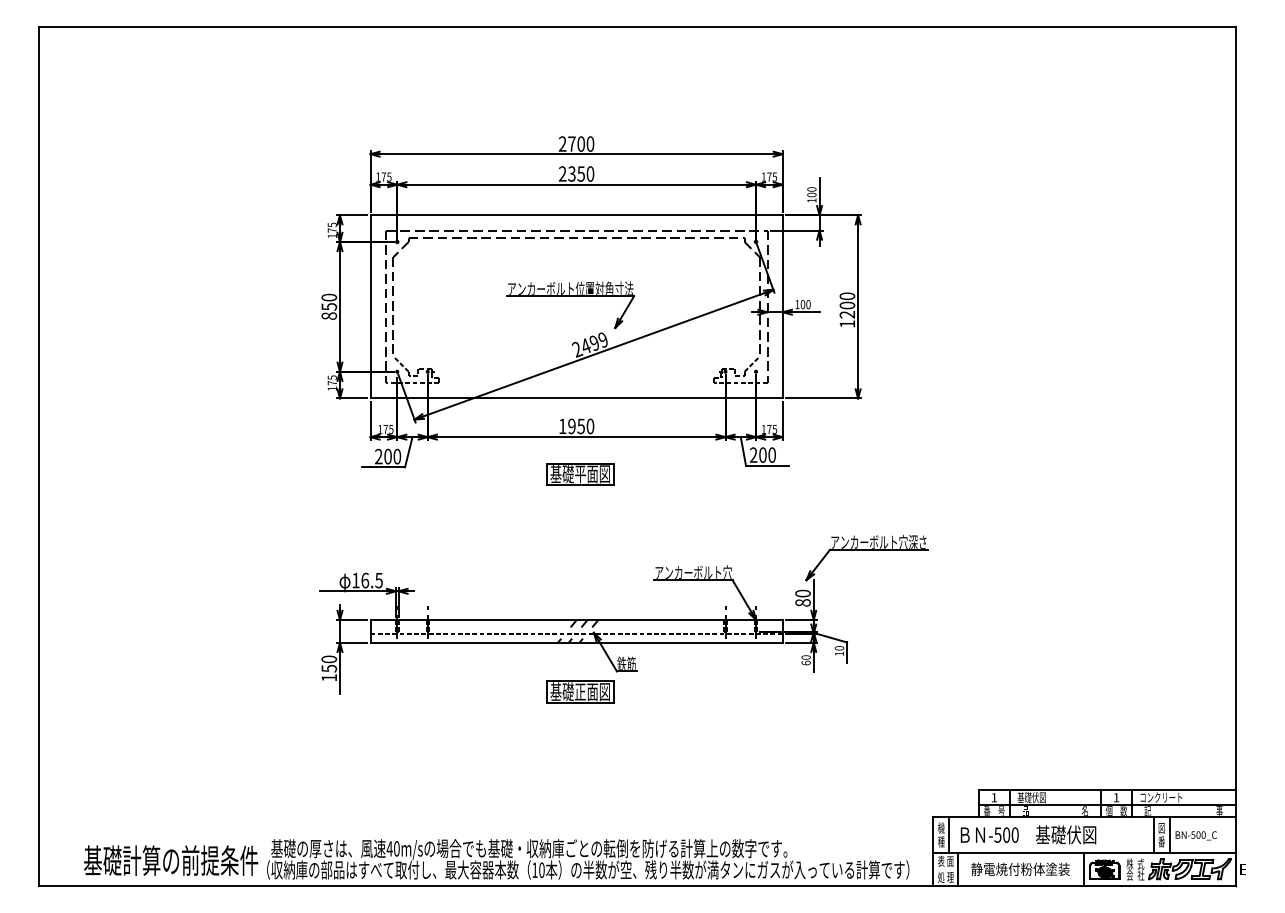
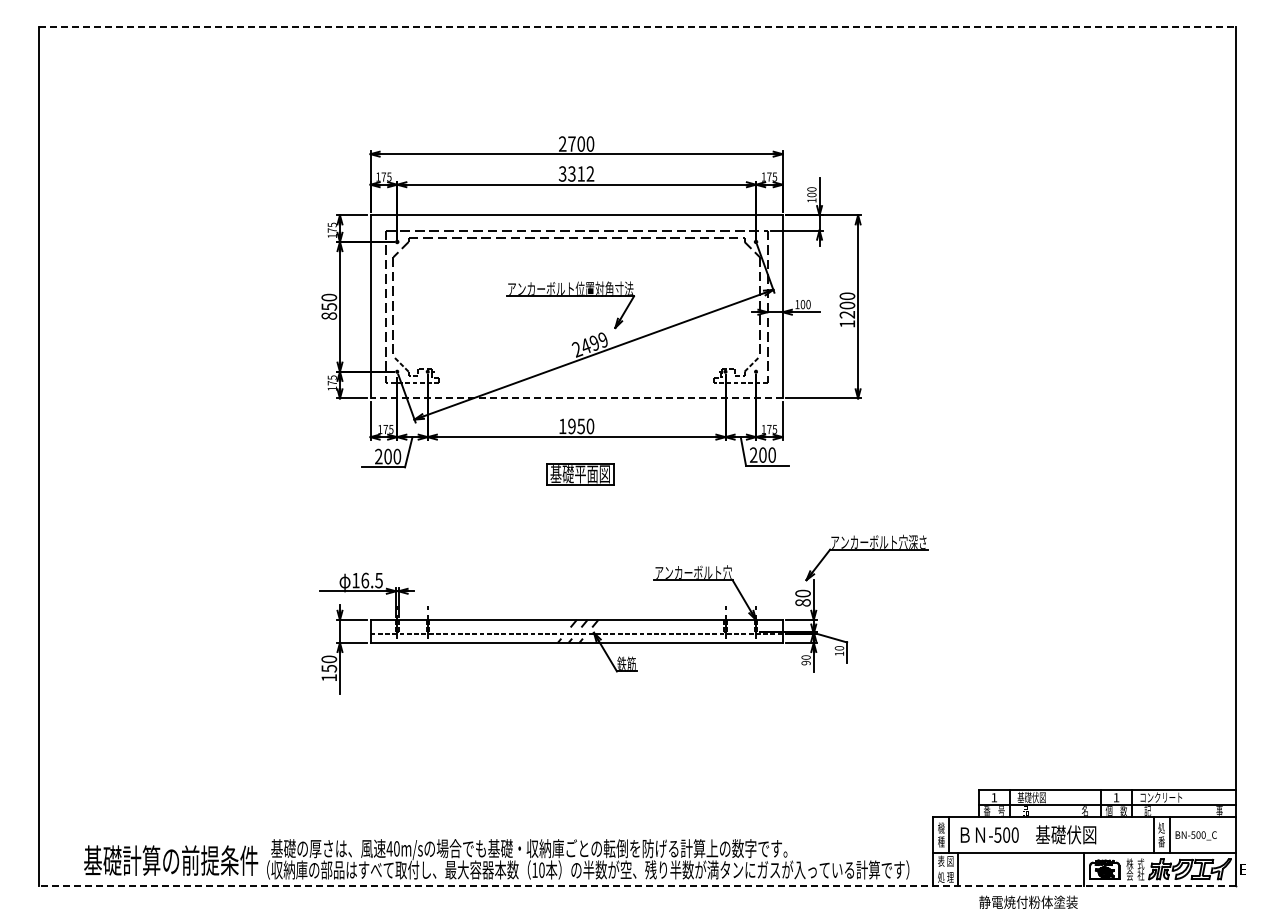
line at (637, 27): solid -> dashed
text at (576, 173): 2350 -> 3312
line at (576, 398): solid -> dashed
text at (805, 662): 60 -> 90
part at (580, 691): present -> none
text at (1161, 827): 図 -> 処
text at (950, 861): 面 -> 図
text at (1020, 868) position: (1020, 868) -> (1028, 901)
line at (637, 885): solid -> dashed
